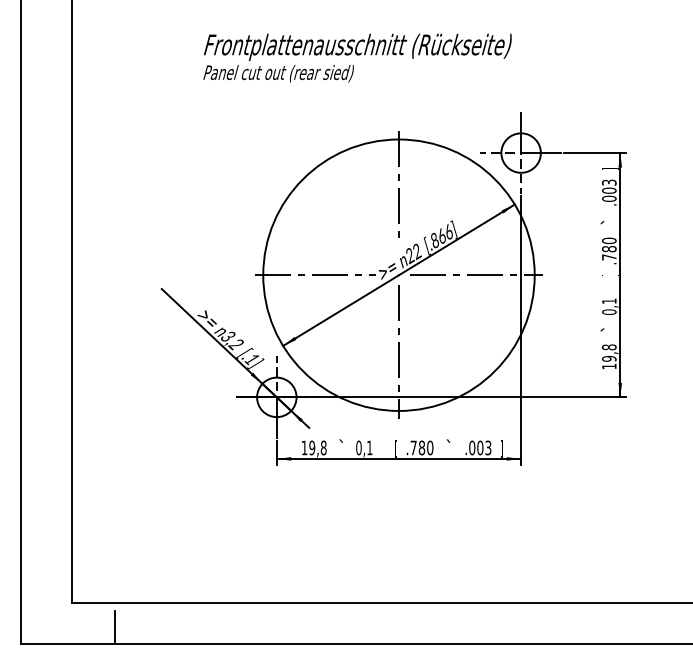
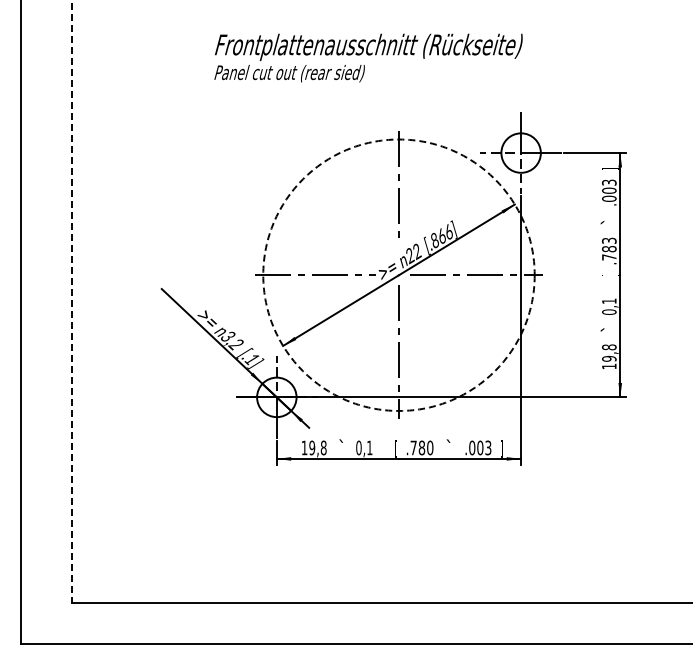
text at (357, 57) position: (357, 57) -> (368, 57)
text at (609, 240): .780 -> .783
circle at (398, 274): solid -> dashed
line at (72, 302): solid -> dashed
line at (115, 627): present -> none
